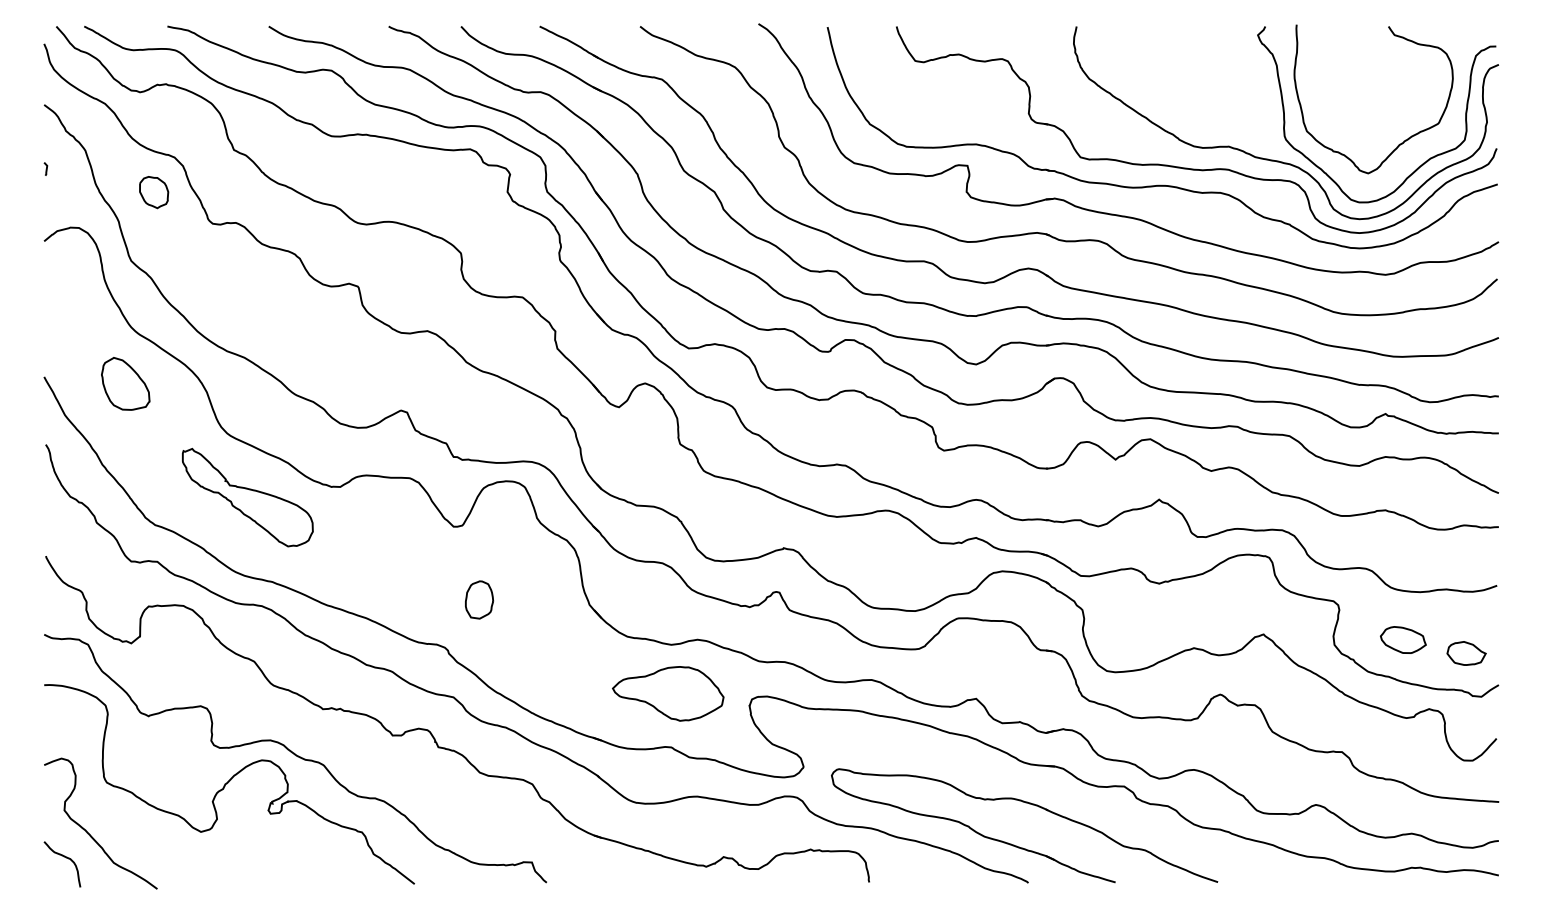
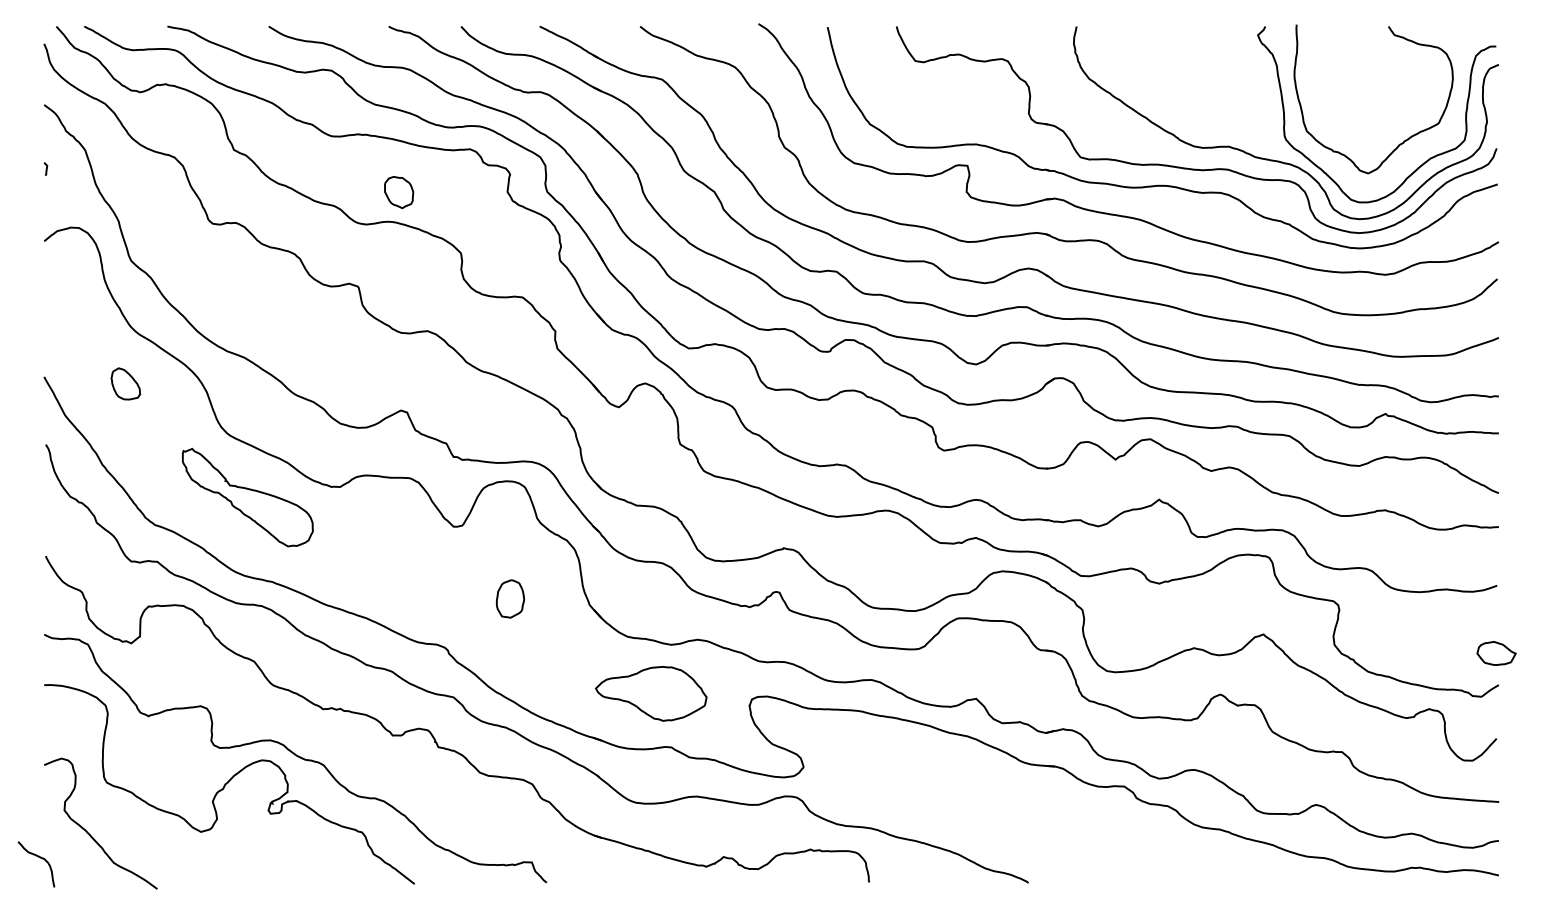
part at (154, 192) position: (154, 192) -> (399, 192)
part at (125, 383) size: 50x54 px -> 31x34 px
part at (479, 599) position: (479, 599) -> (510, 598)
part at (1403, 639): present -> none
part at (1466, 653) position: (1466, 653) -> (1496, 653)
part at (668, 693) position: (668, 693) -> (651, 693)
part at (1014, 844): present -> none
curve at (66, 858) position: (66, 858) -> (40, 858)
